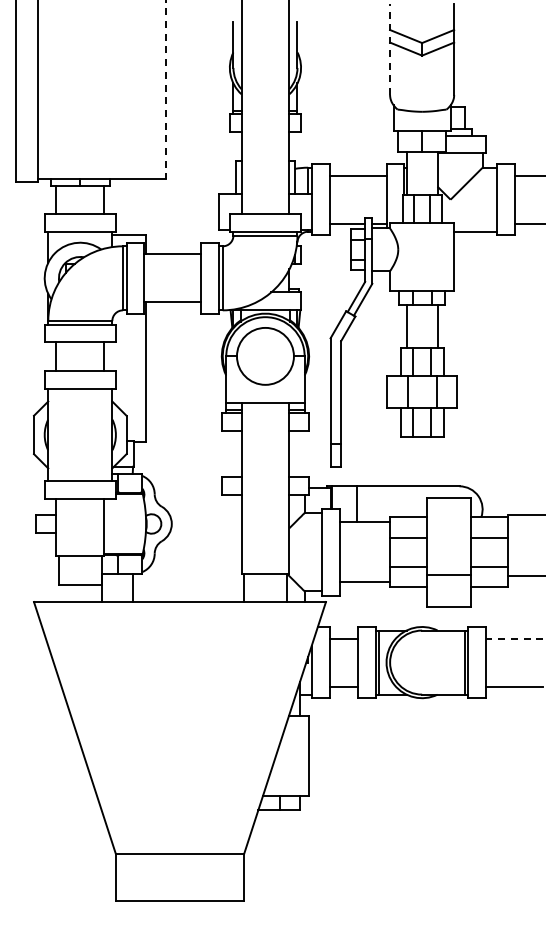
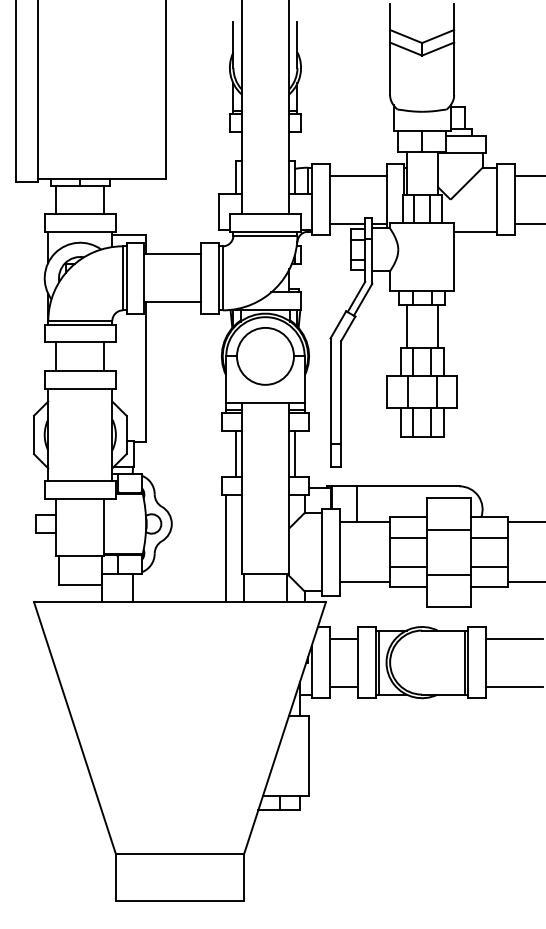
line at (390, 49): dashed -> solid
line at (165, 89): dashed -> solid
line at (235, 454): none -> present
line at (295, 454): none -> present
line at (524, 515) position: (524, 515) -> (524, 522)
line at (448, 529): none -> present
line at (226, 548): none -> present
line at (524, 576) position: (524, 576) -> (524, 582)
line at (514, 638): dashed -> solid
